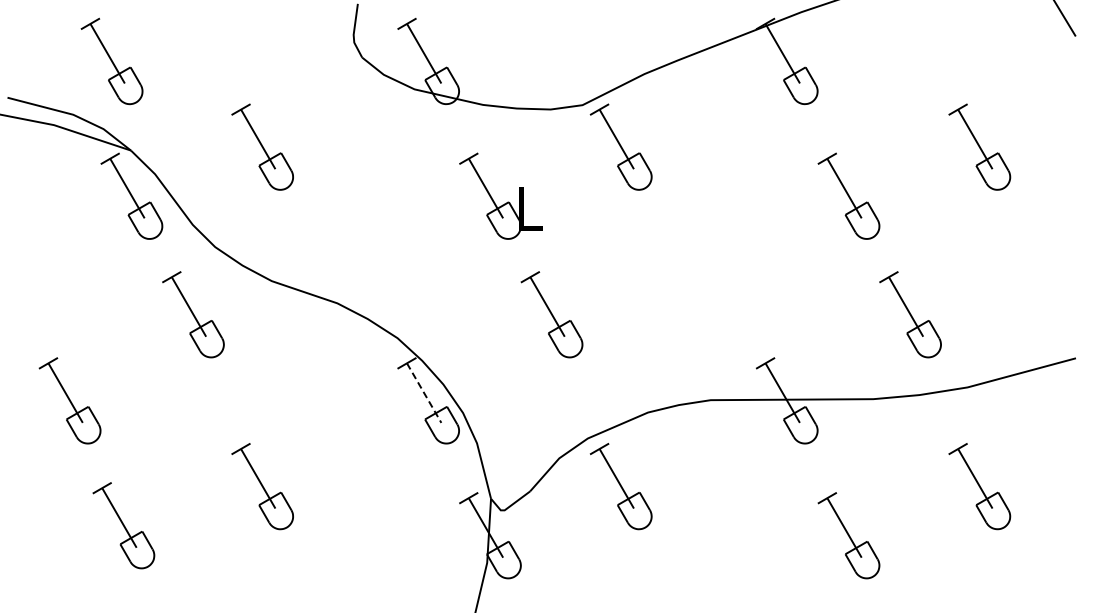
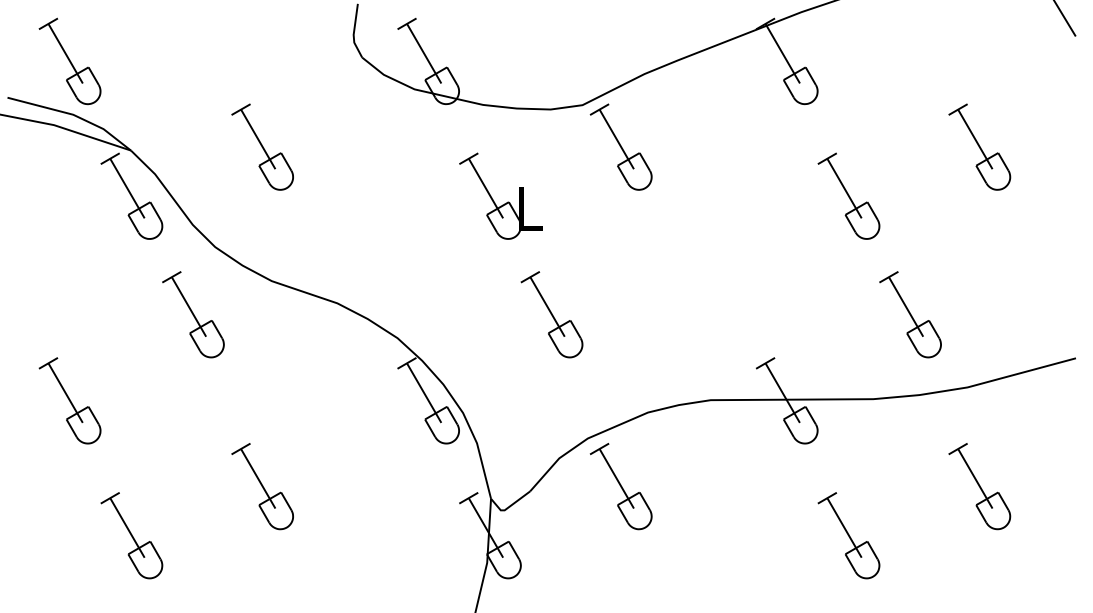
part at (111, 61) position: (111, 61) -> (69, 61)
line at (424, 393): dashed -> solid
part at (123, 525) position: (123, 525) -> (131, 535)
